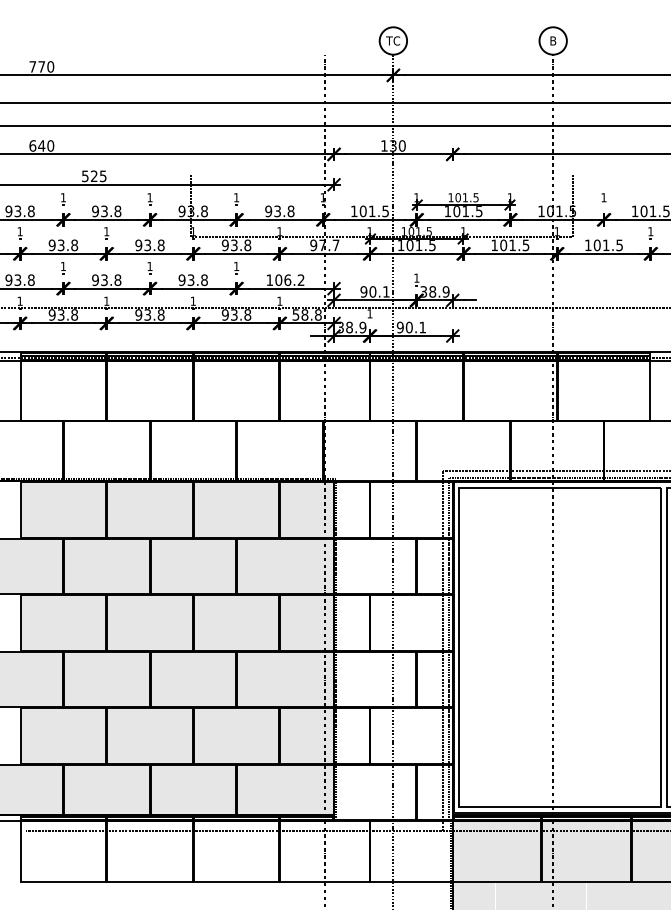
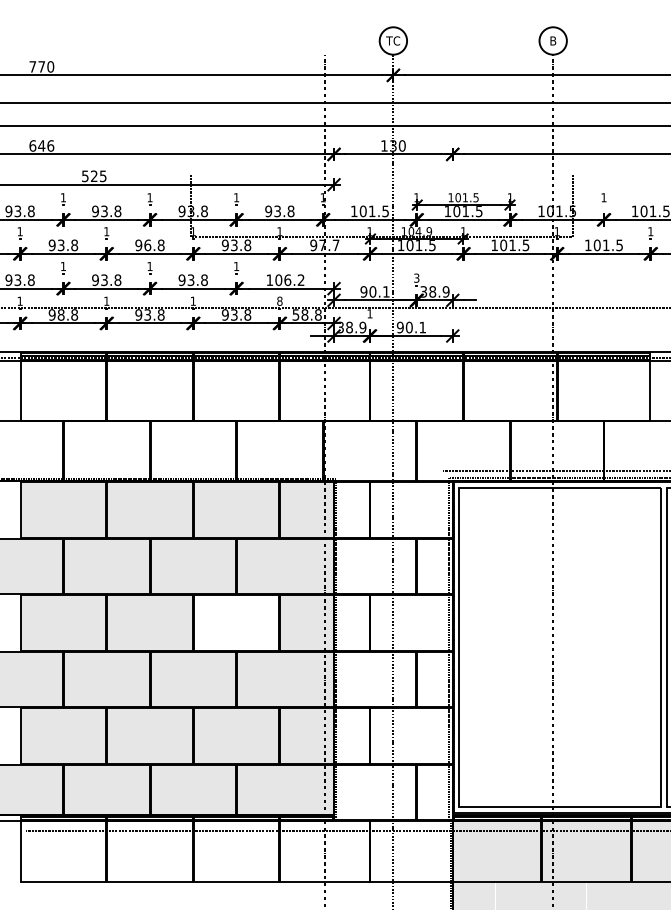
text at (50, 145): 640 -> 646
text at (423, 231): 101.5 -> 104.9
text at (147, 245): 93.8 -> 96.8
text at (416, 277): 1 -> 3
text at (279, 300): 1 -> 8
text at (60, 314): 93.8 -> 98.8
fill at (236, 622): present -> none
line at (442, 651): present -> none
